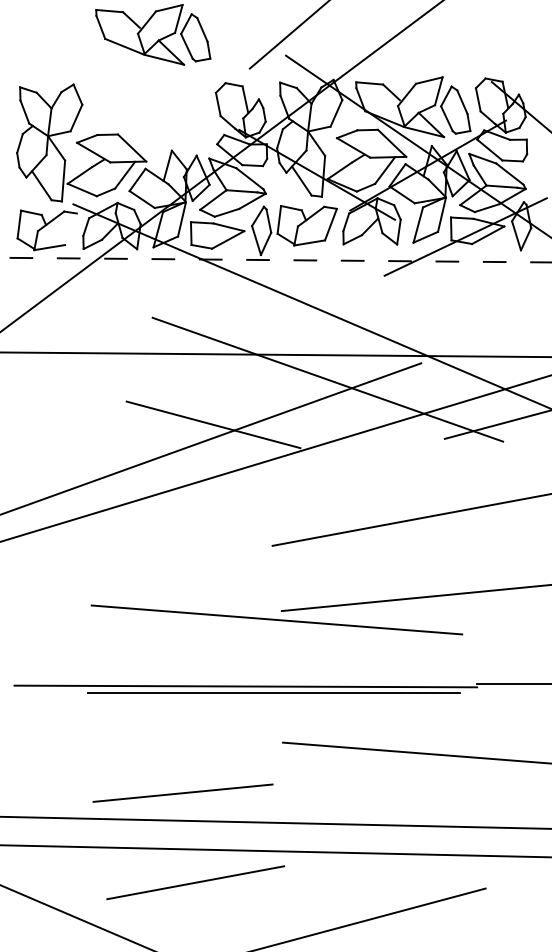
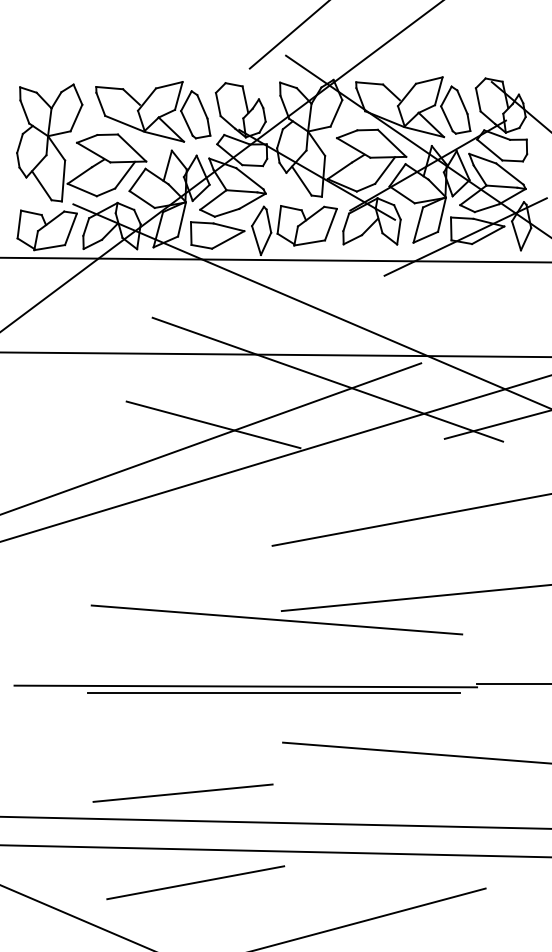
part at (153, 34) position: (153, 34) -> (153, 111)
line at (70, 229): none -> present
line at (275, 260): dashed -> solid
